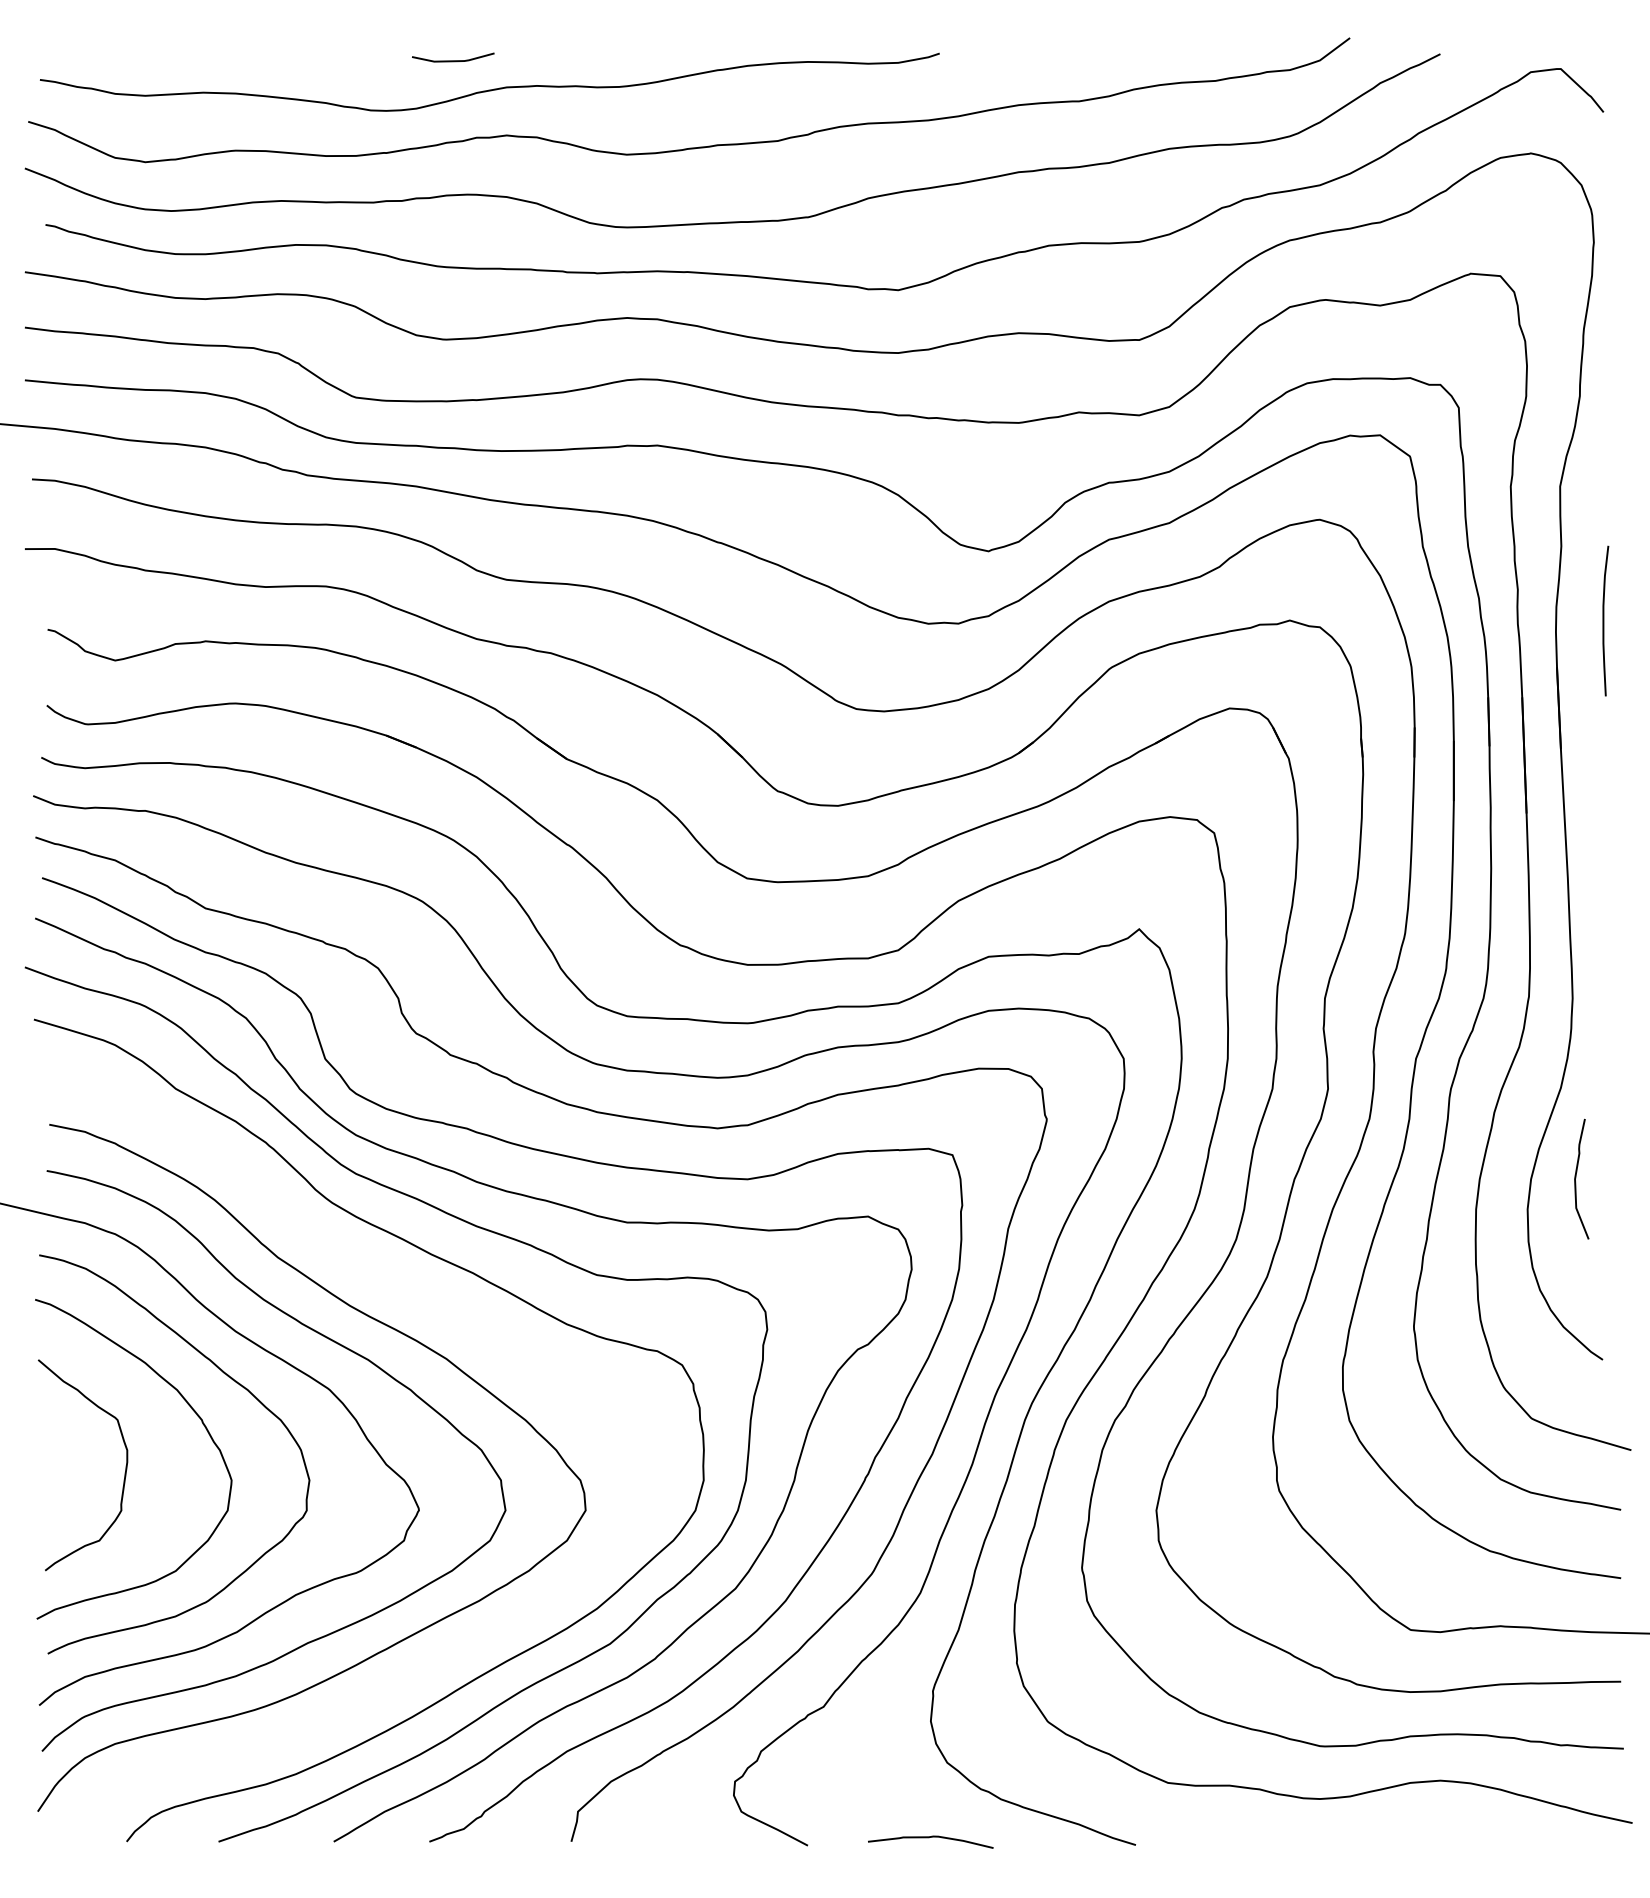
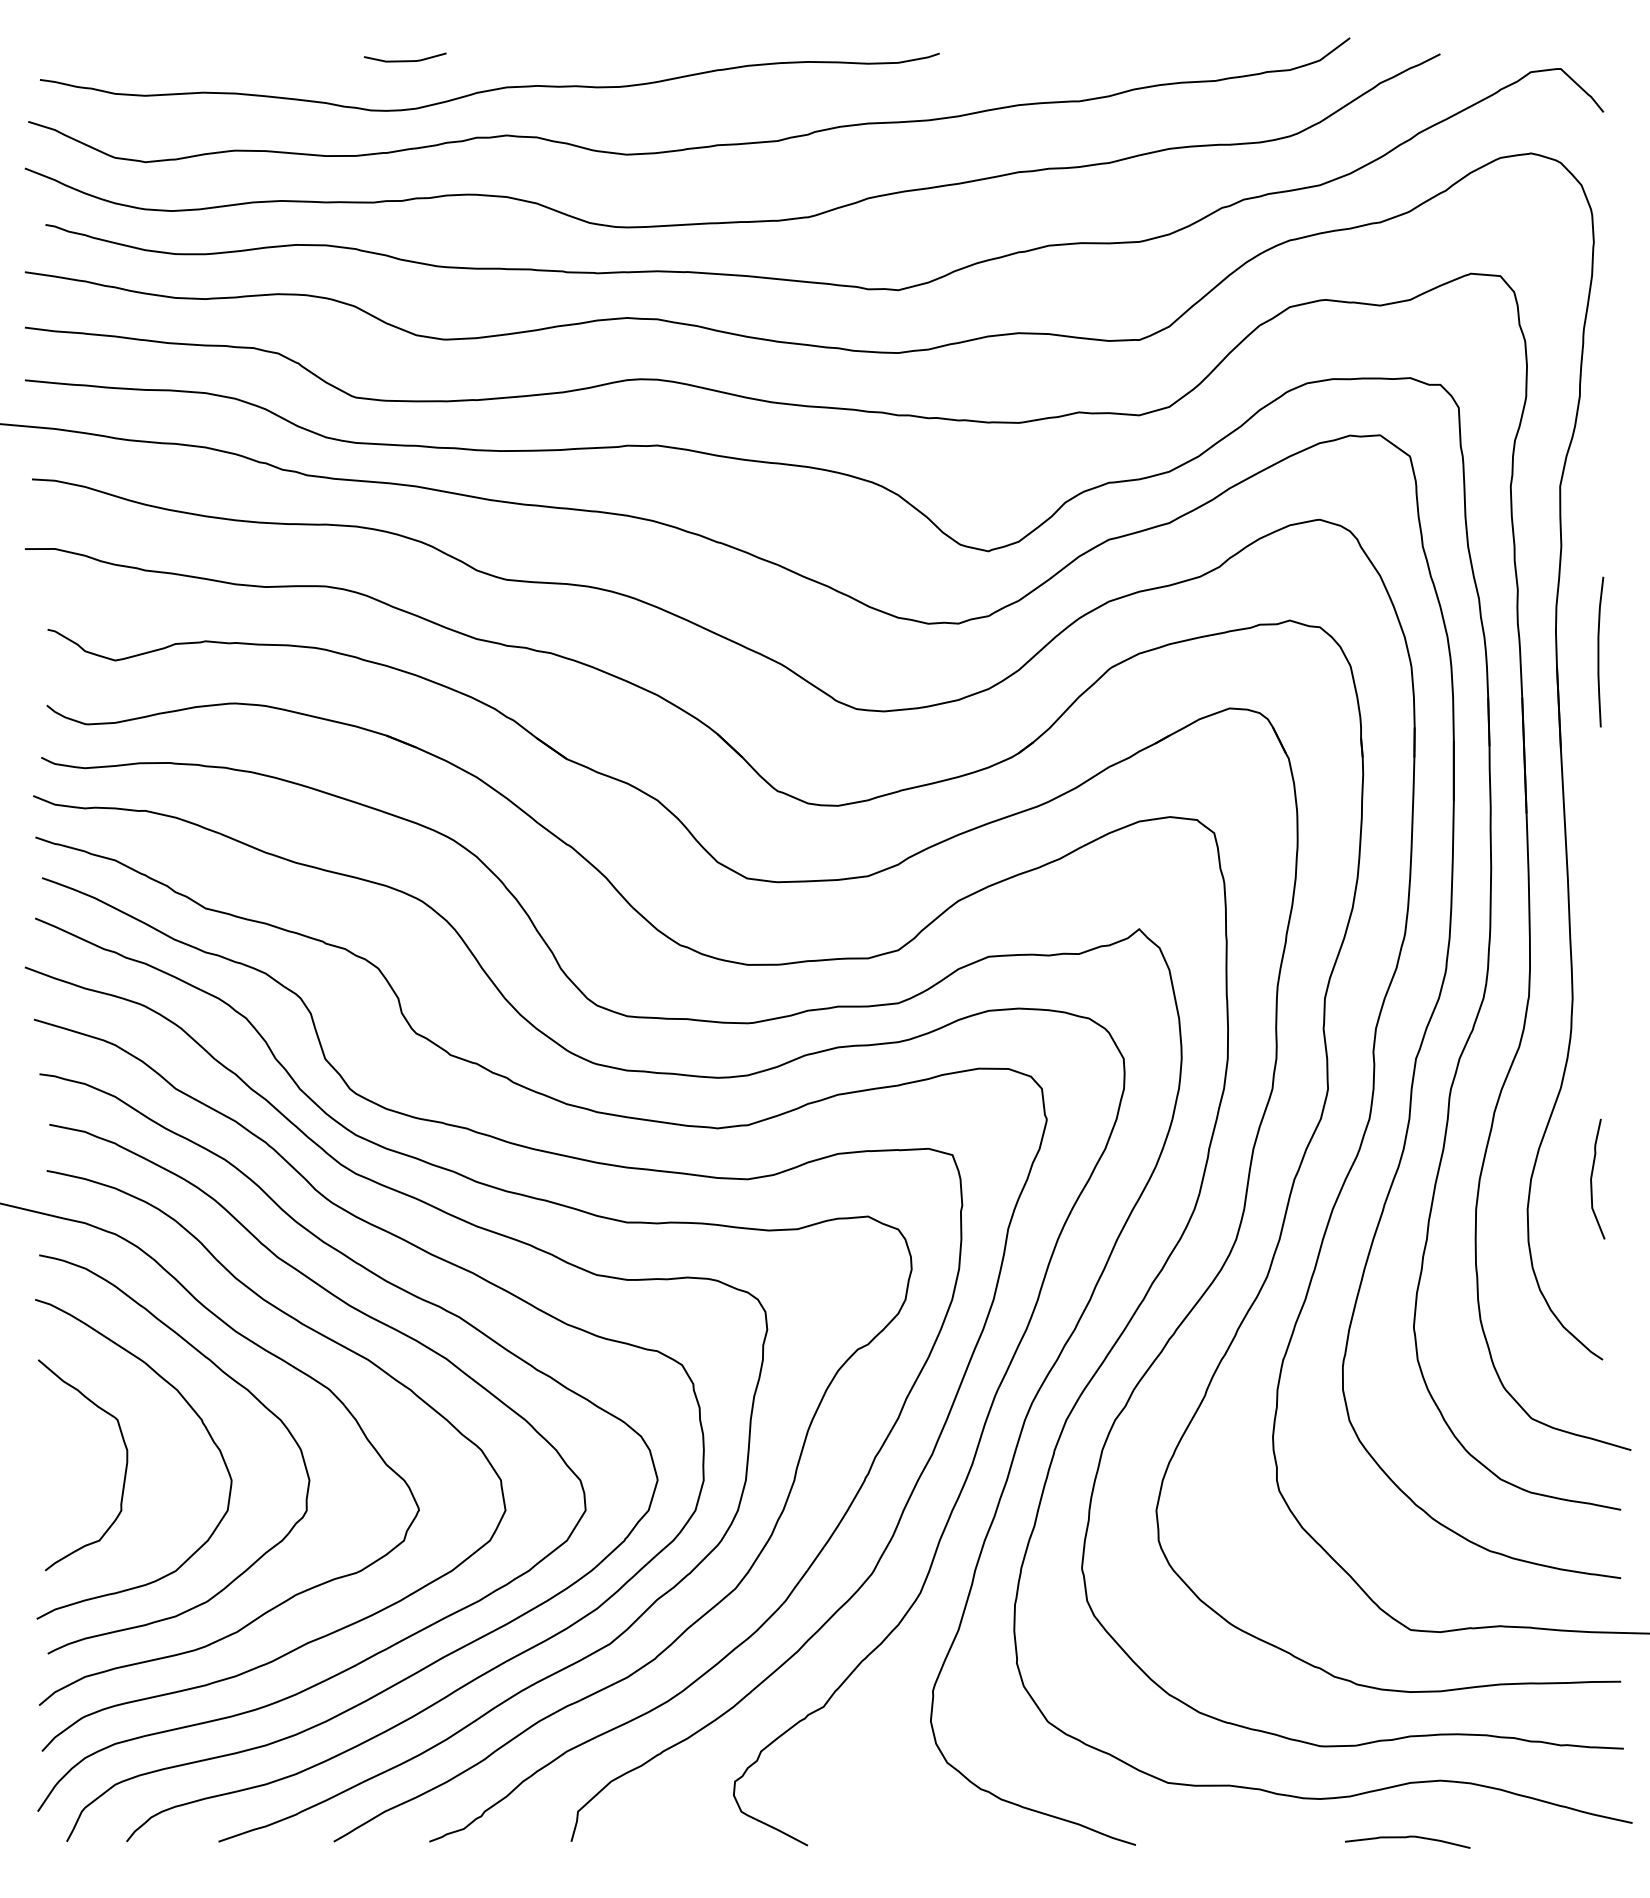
line at (453, 60) position: (453, 60) -> (405, 60)
curve at (1604, 620) position: (1604, 620) -> (1599, 651)
curve at (1576, 1178) position: (1576, 1178) -> (1592, 1178)
curve at (421, 1300): none -> present
curve at (929, 1838) position: (929, 1838) -> (1406, 1838)
